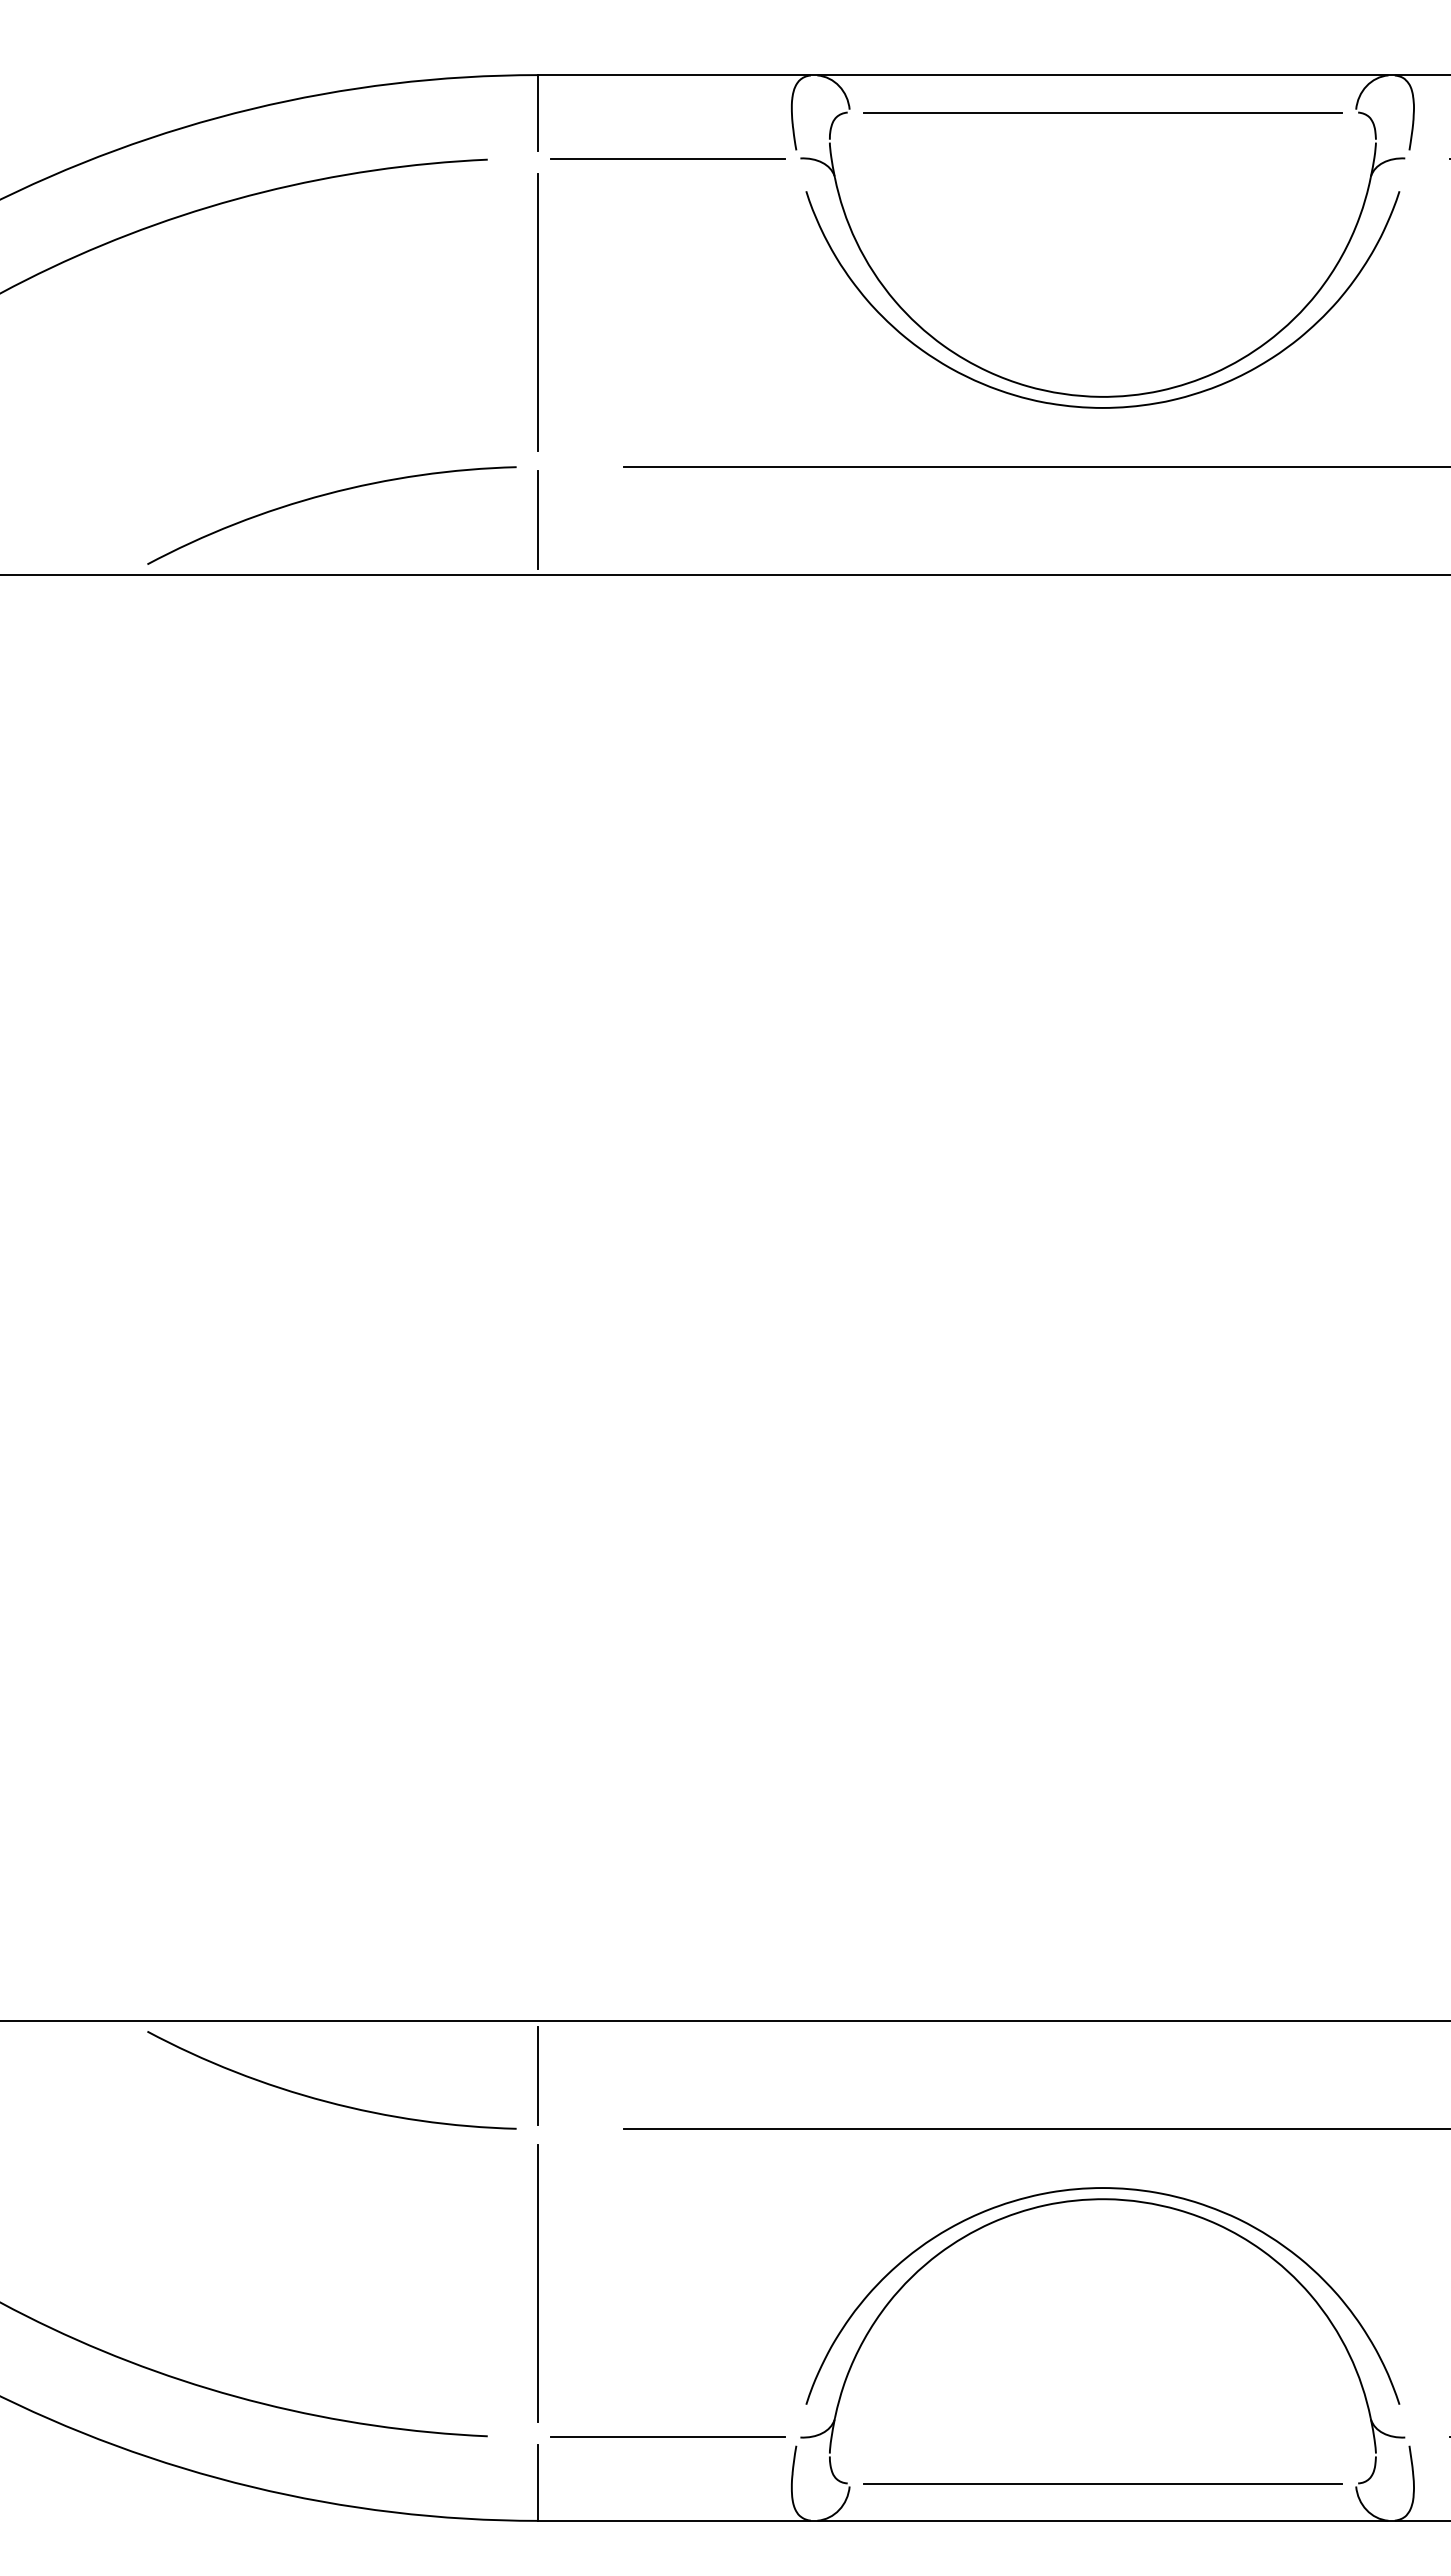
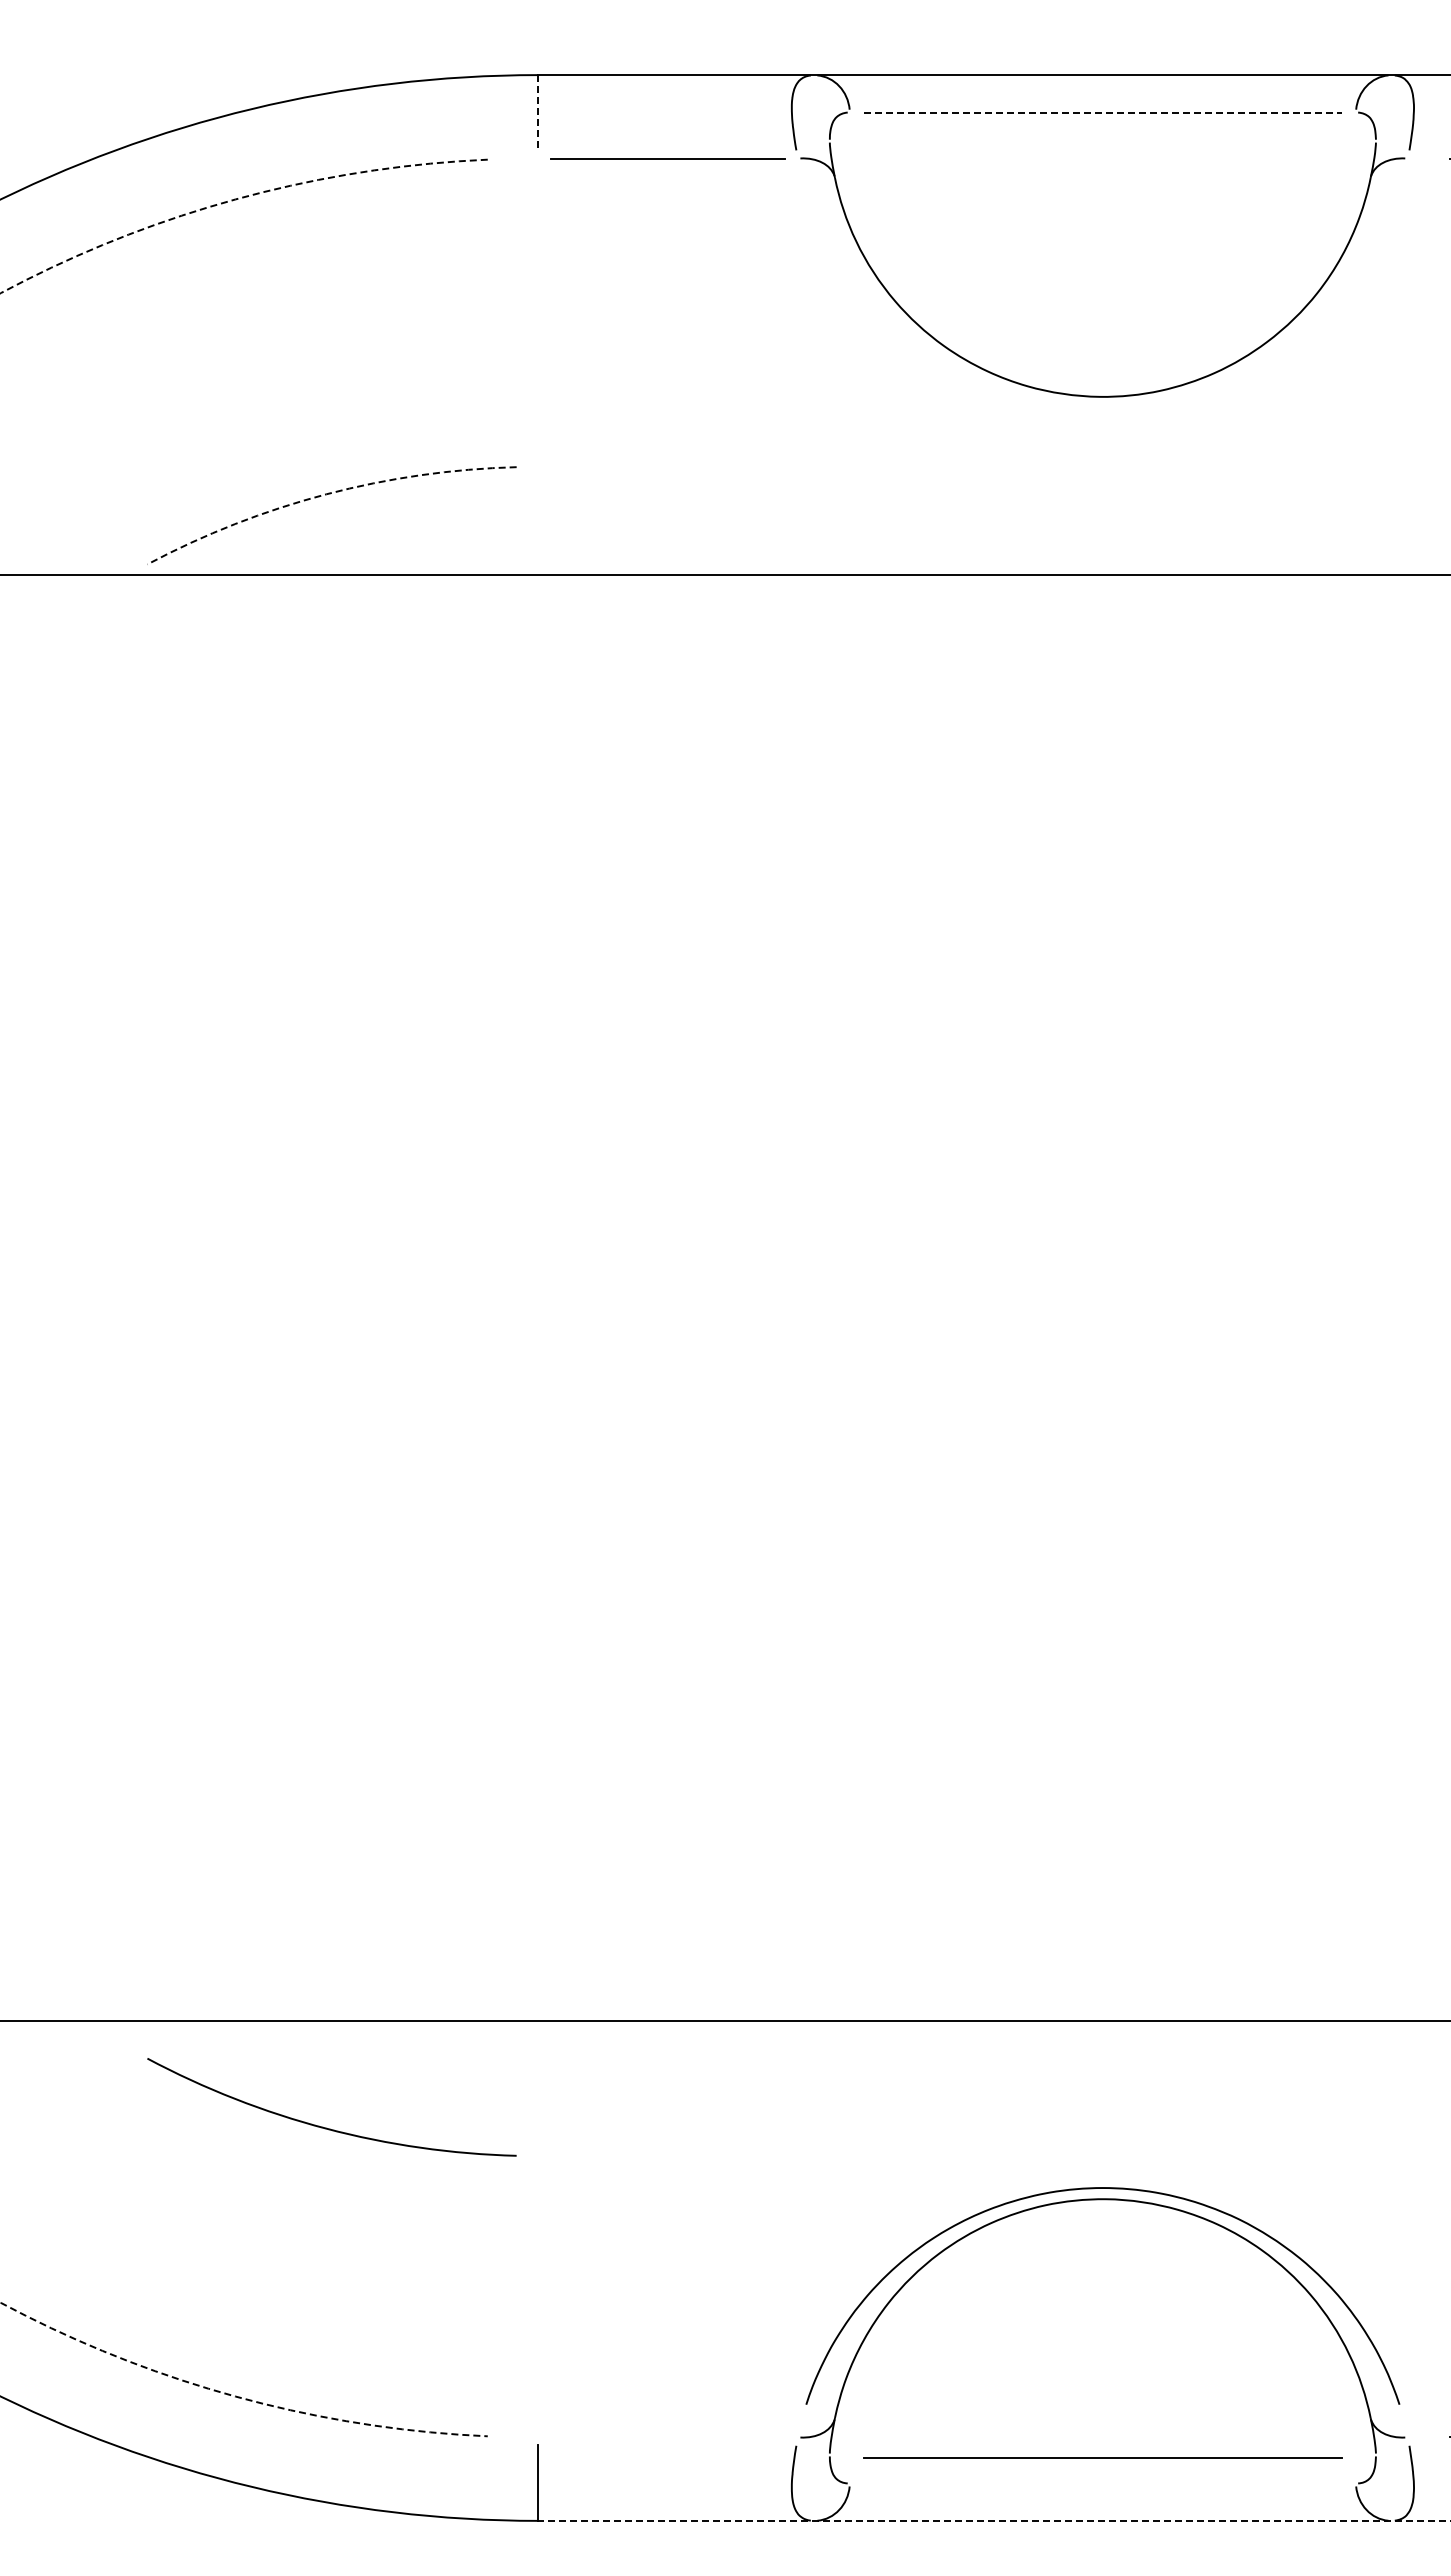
line at (1103, 112): solid -> dashed
line at (538, 113): solid -> dashed
arc at (234, 199): solid -> dashed
line at (538, 312): present -> none
curve at (1093, 406): present -> none
line at (1035, 466): present -> none
arc at (326, 494): solid -> dashed
line at (538, 519): present -> none
line at (538, 2075): present -> none
arc at (323, 2099) position: (323, 2099) -> (323, 2126)
line at (1035, 2129): present -> none
line at (538, 2283): present -> none
arc at (235, 2396): solid -> dashed
line at (667, 2437): present -> none
line at (1102, 2483) position: (1102, 2483) -> (1102, 2457)
line at (994, 2520): solid -> dashed
